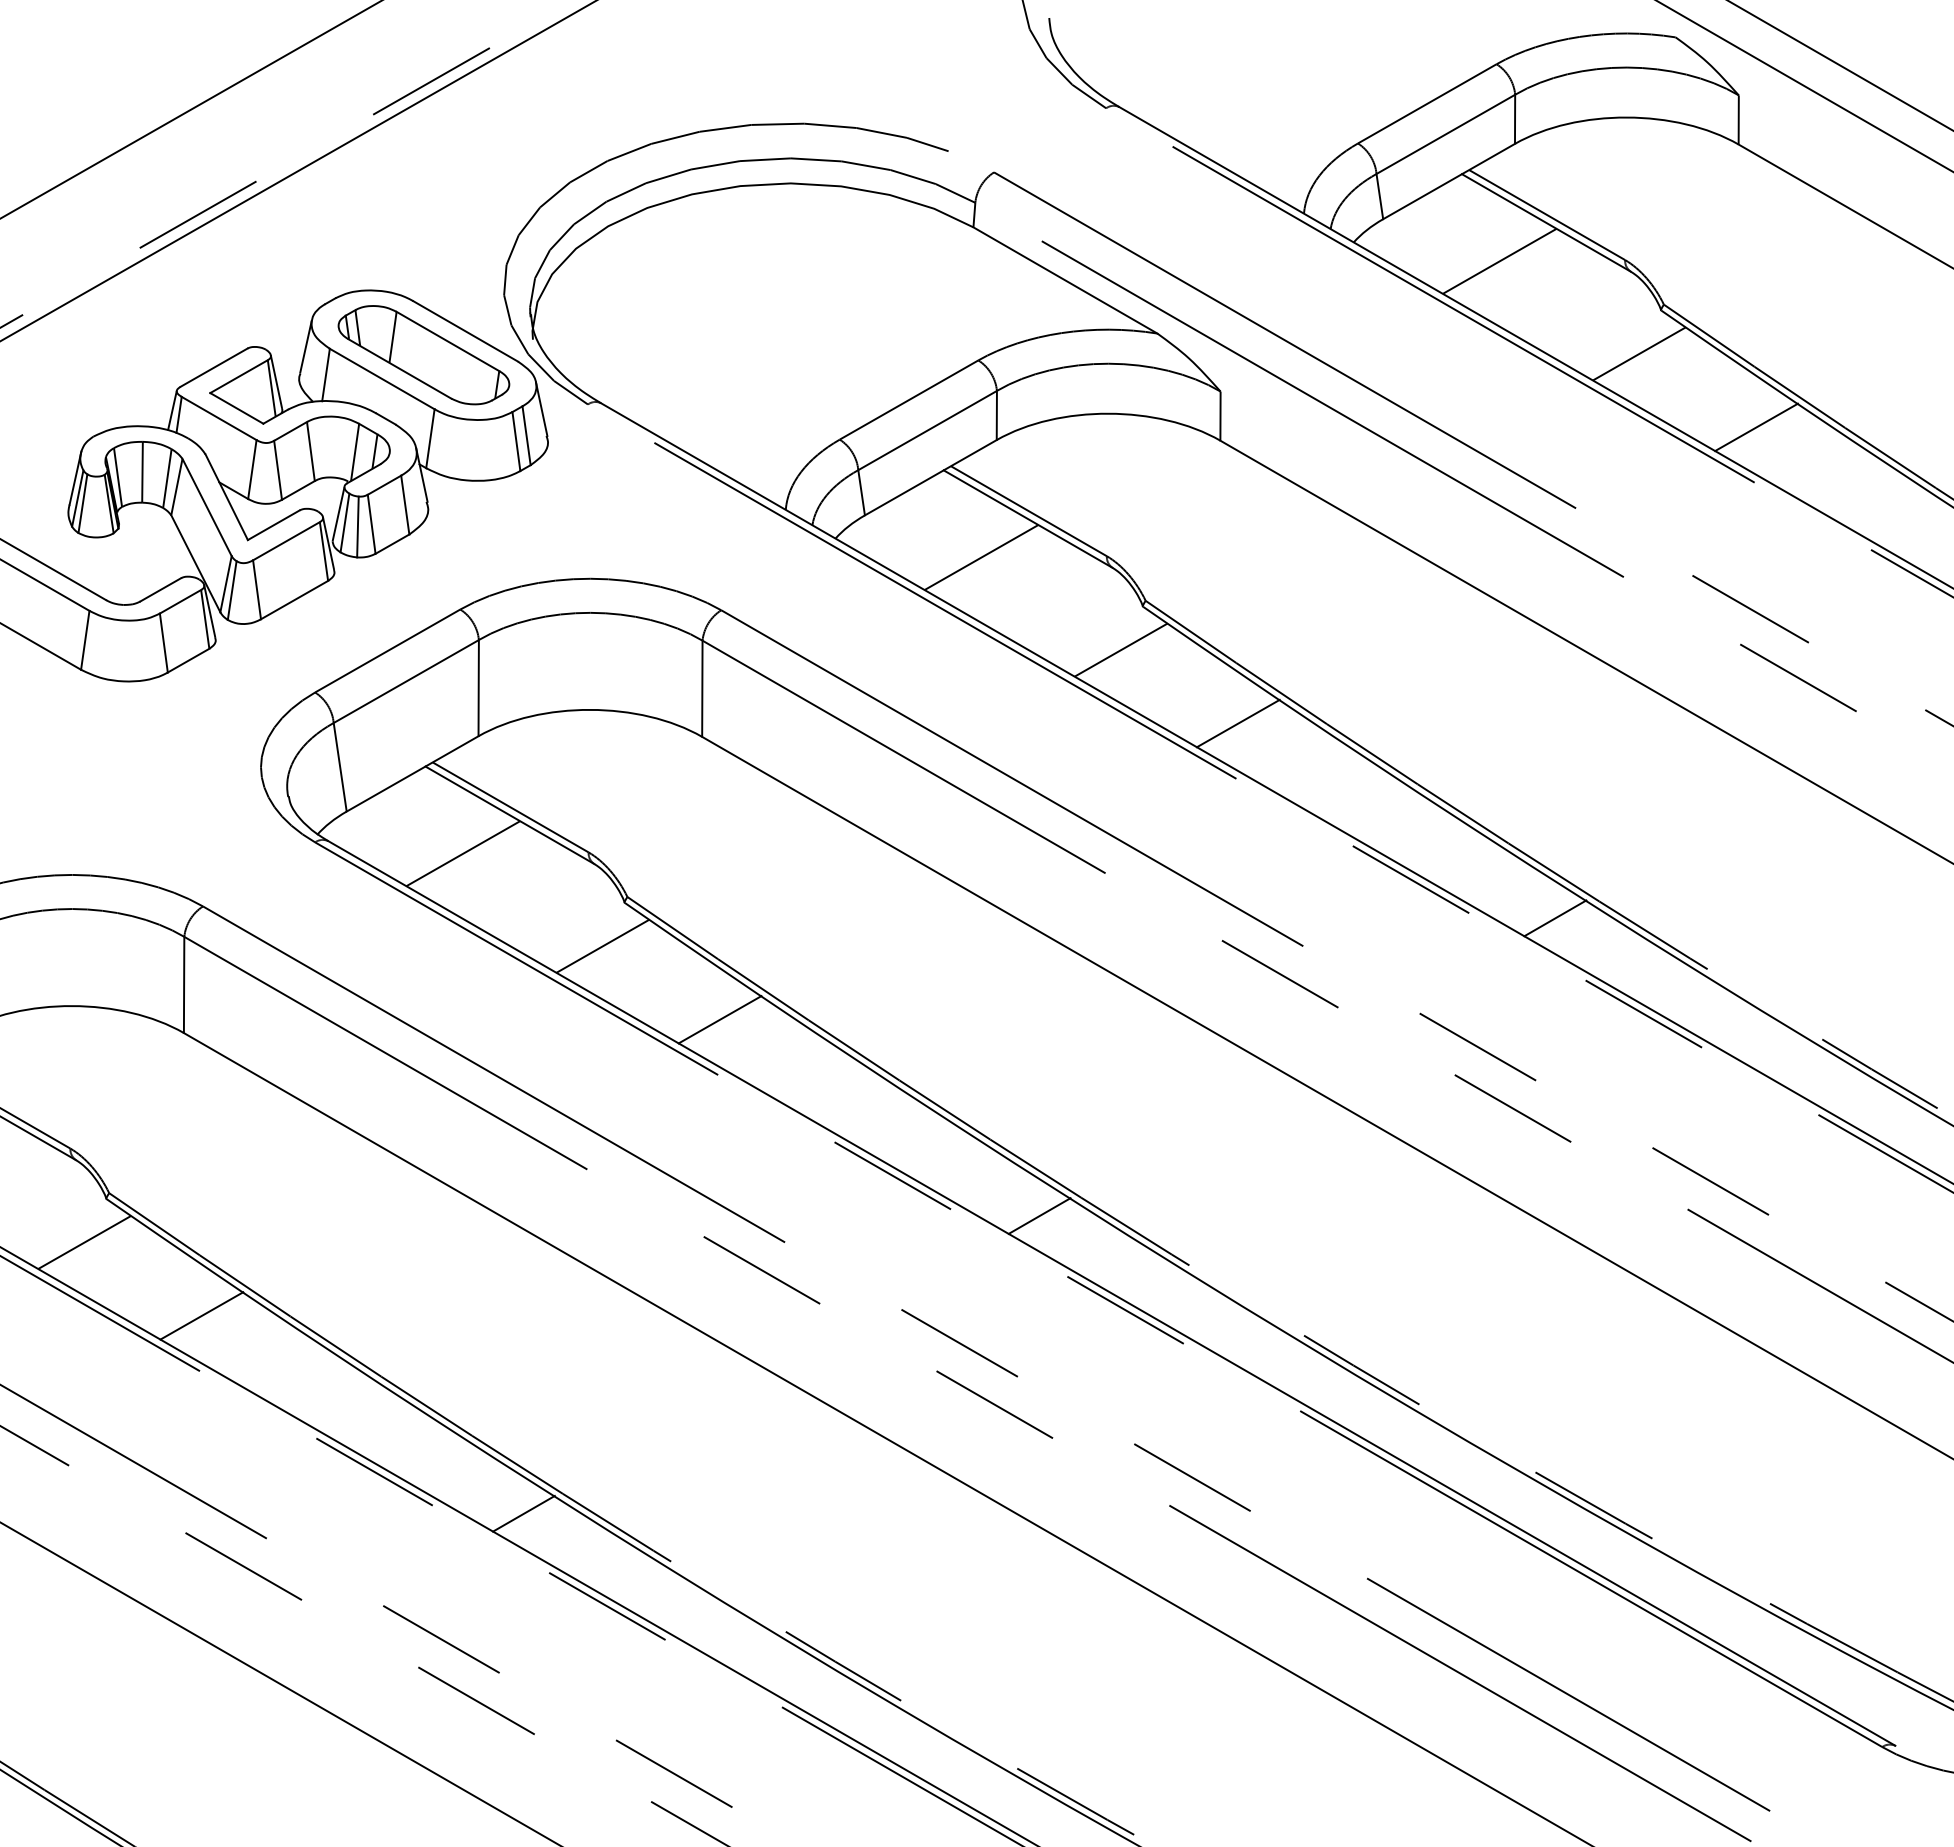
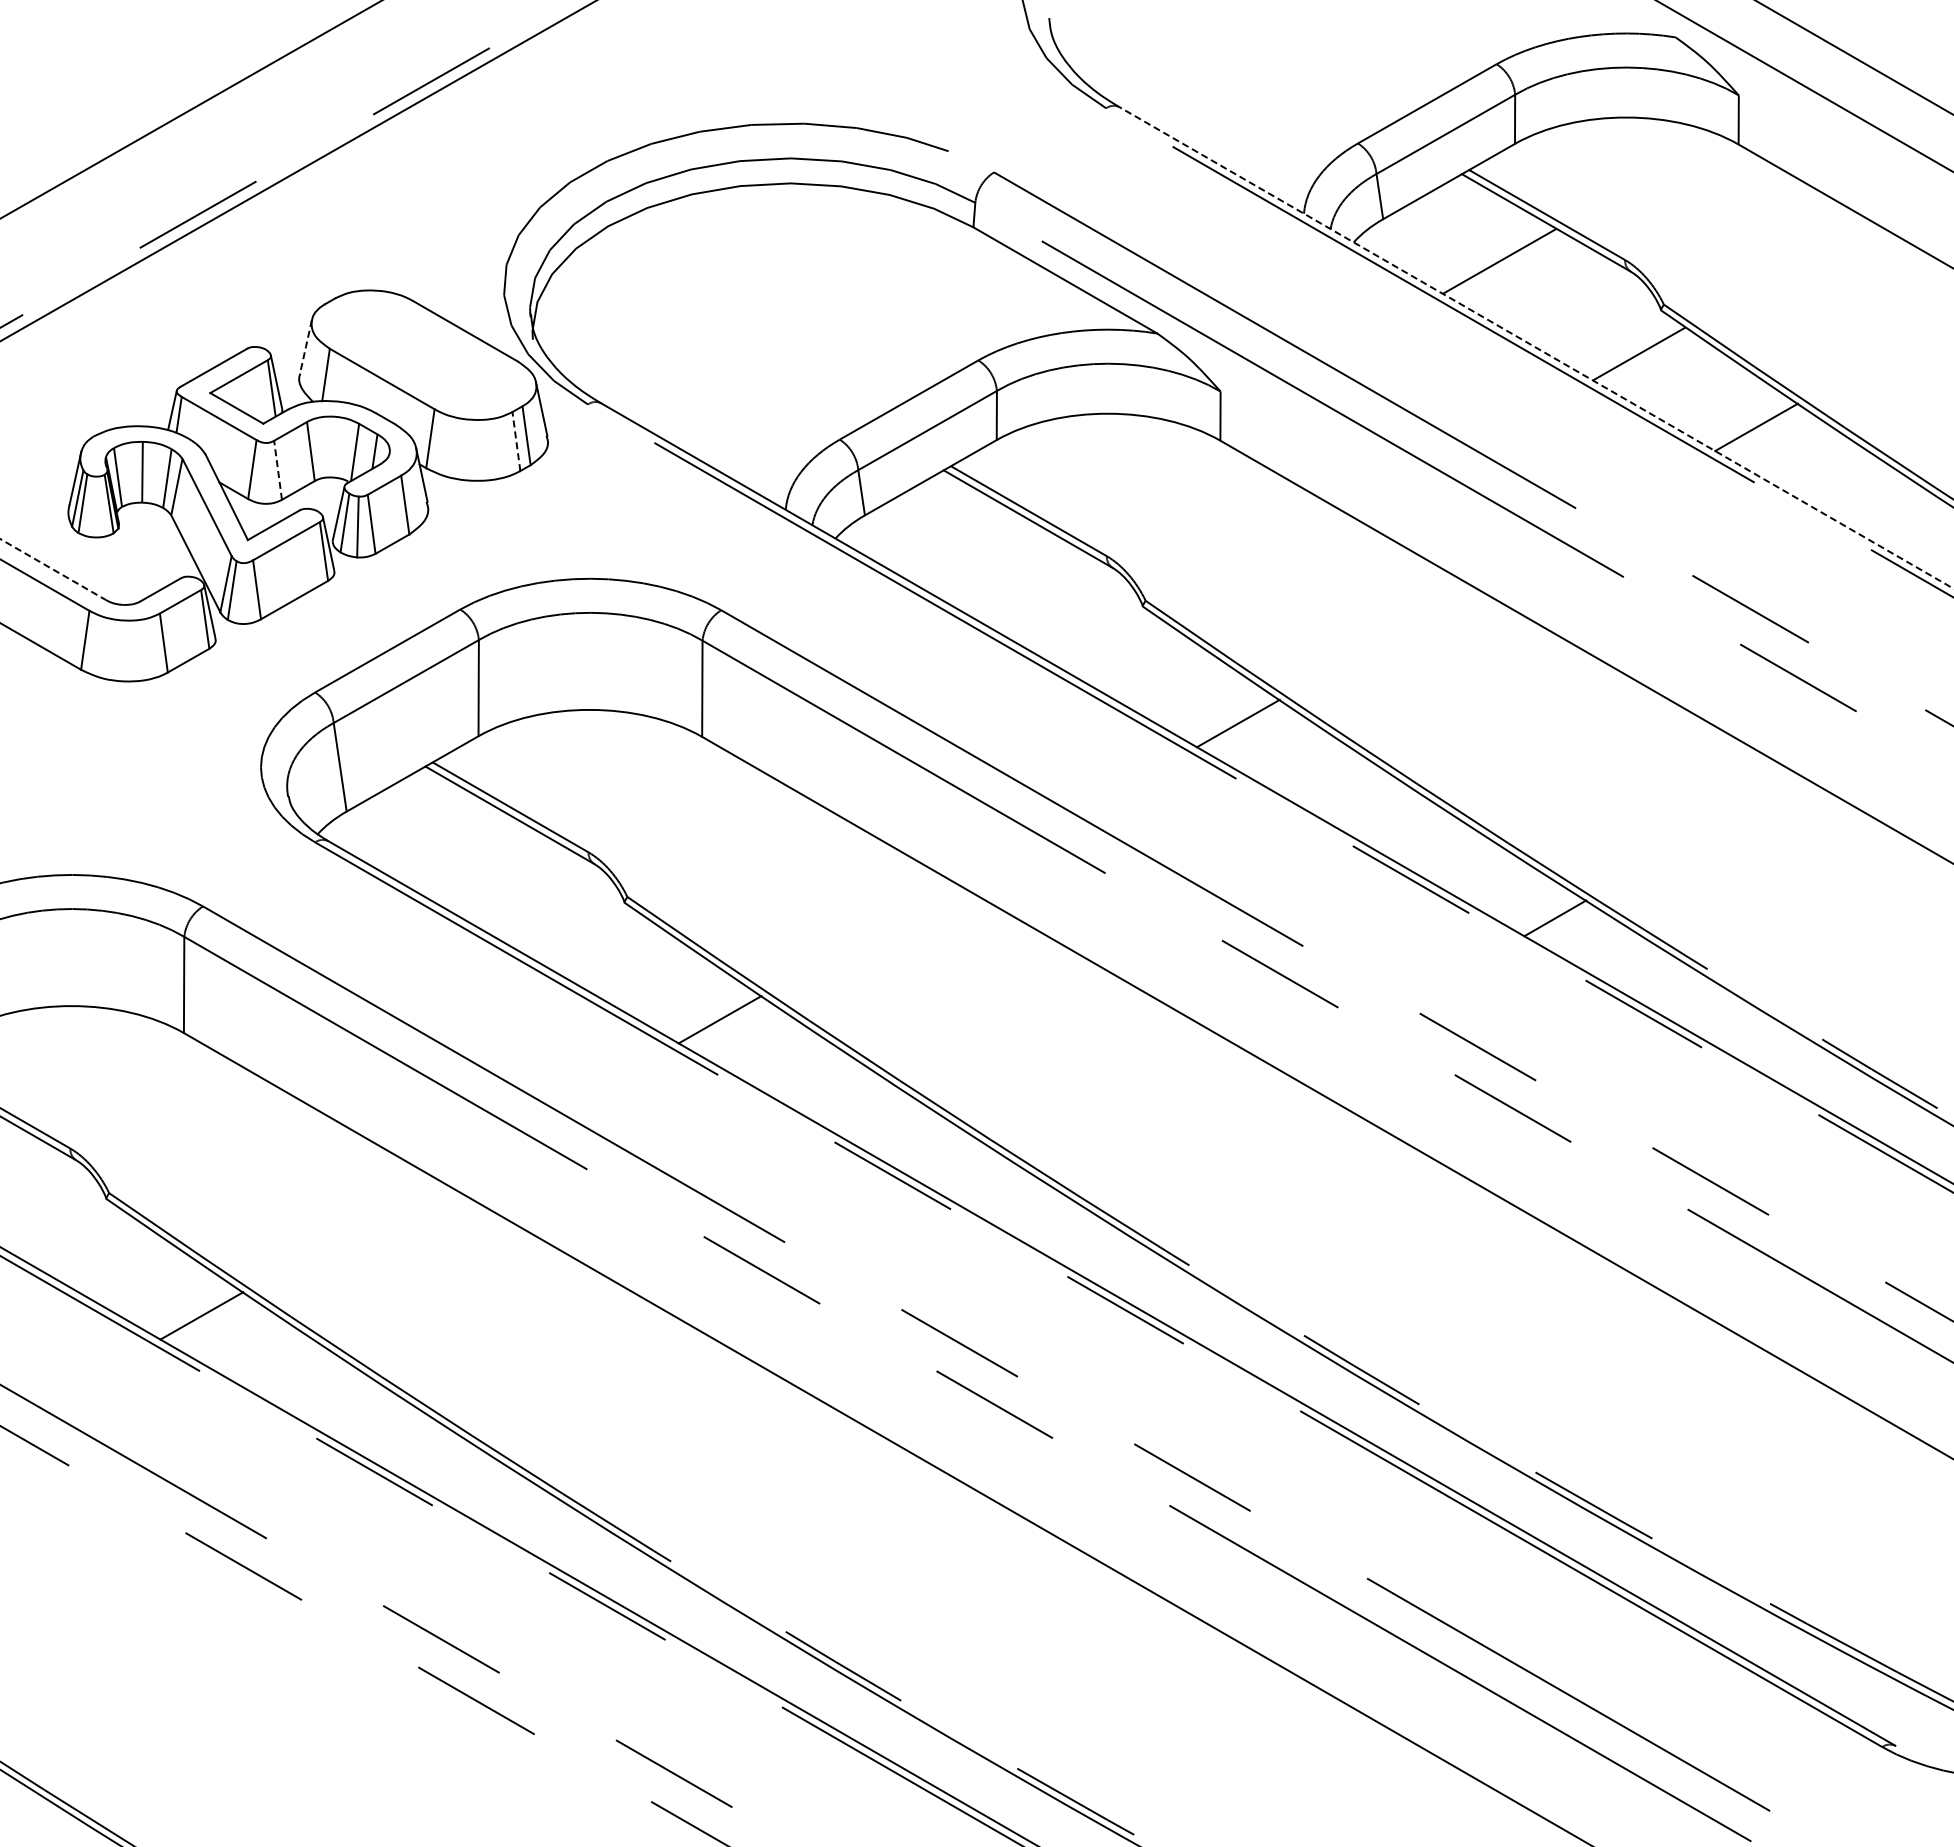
line at (1840, 65) position: (1840, 65) -> (1854, 57)
line at (305, 346): solid -> dashed
line at (1535, 347): solid -> dashed
part at (423, 355): present -> none
line at (516, 441): solid -> dashed
line at (278, 470): solid -> dashed
line at (981, 557): present -> none
line at (53, 569): solid -> dashed
line at (1120, 649): present -> none
line at (463, 853): present -> none
line at (602, 945): present -> none
line at (1039, 1215): present -> none
line at (84, 1242): present -> none
line at (523, 1513): present -> none
line at (279, 1683): present -> none
